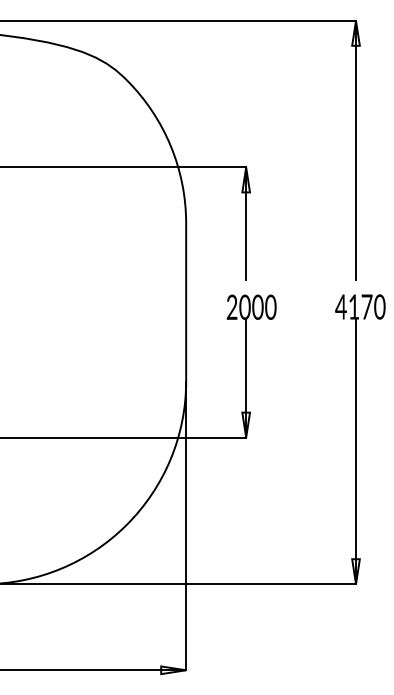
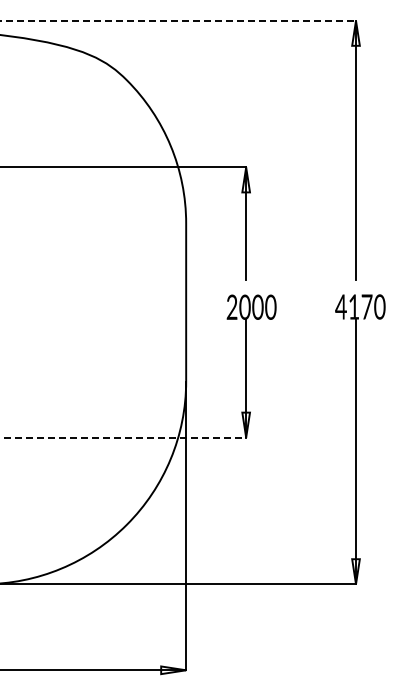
line at (178, 20): solid -> dashed
line at (123, 437): solid -> dashed
